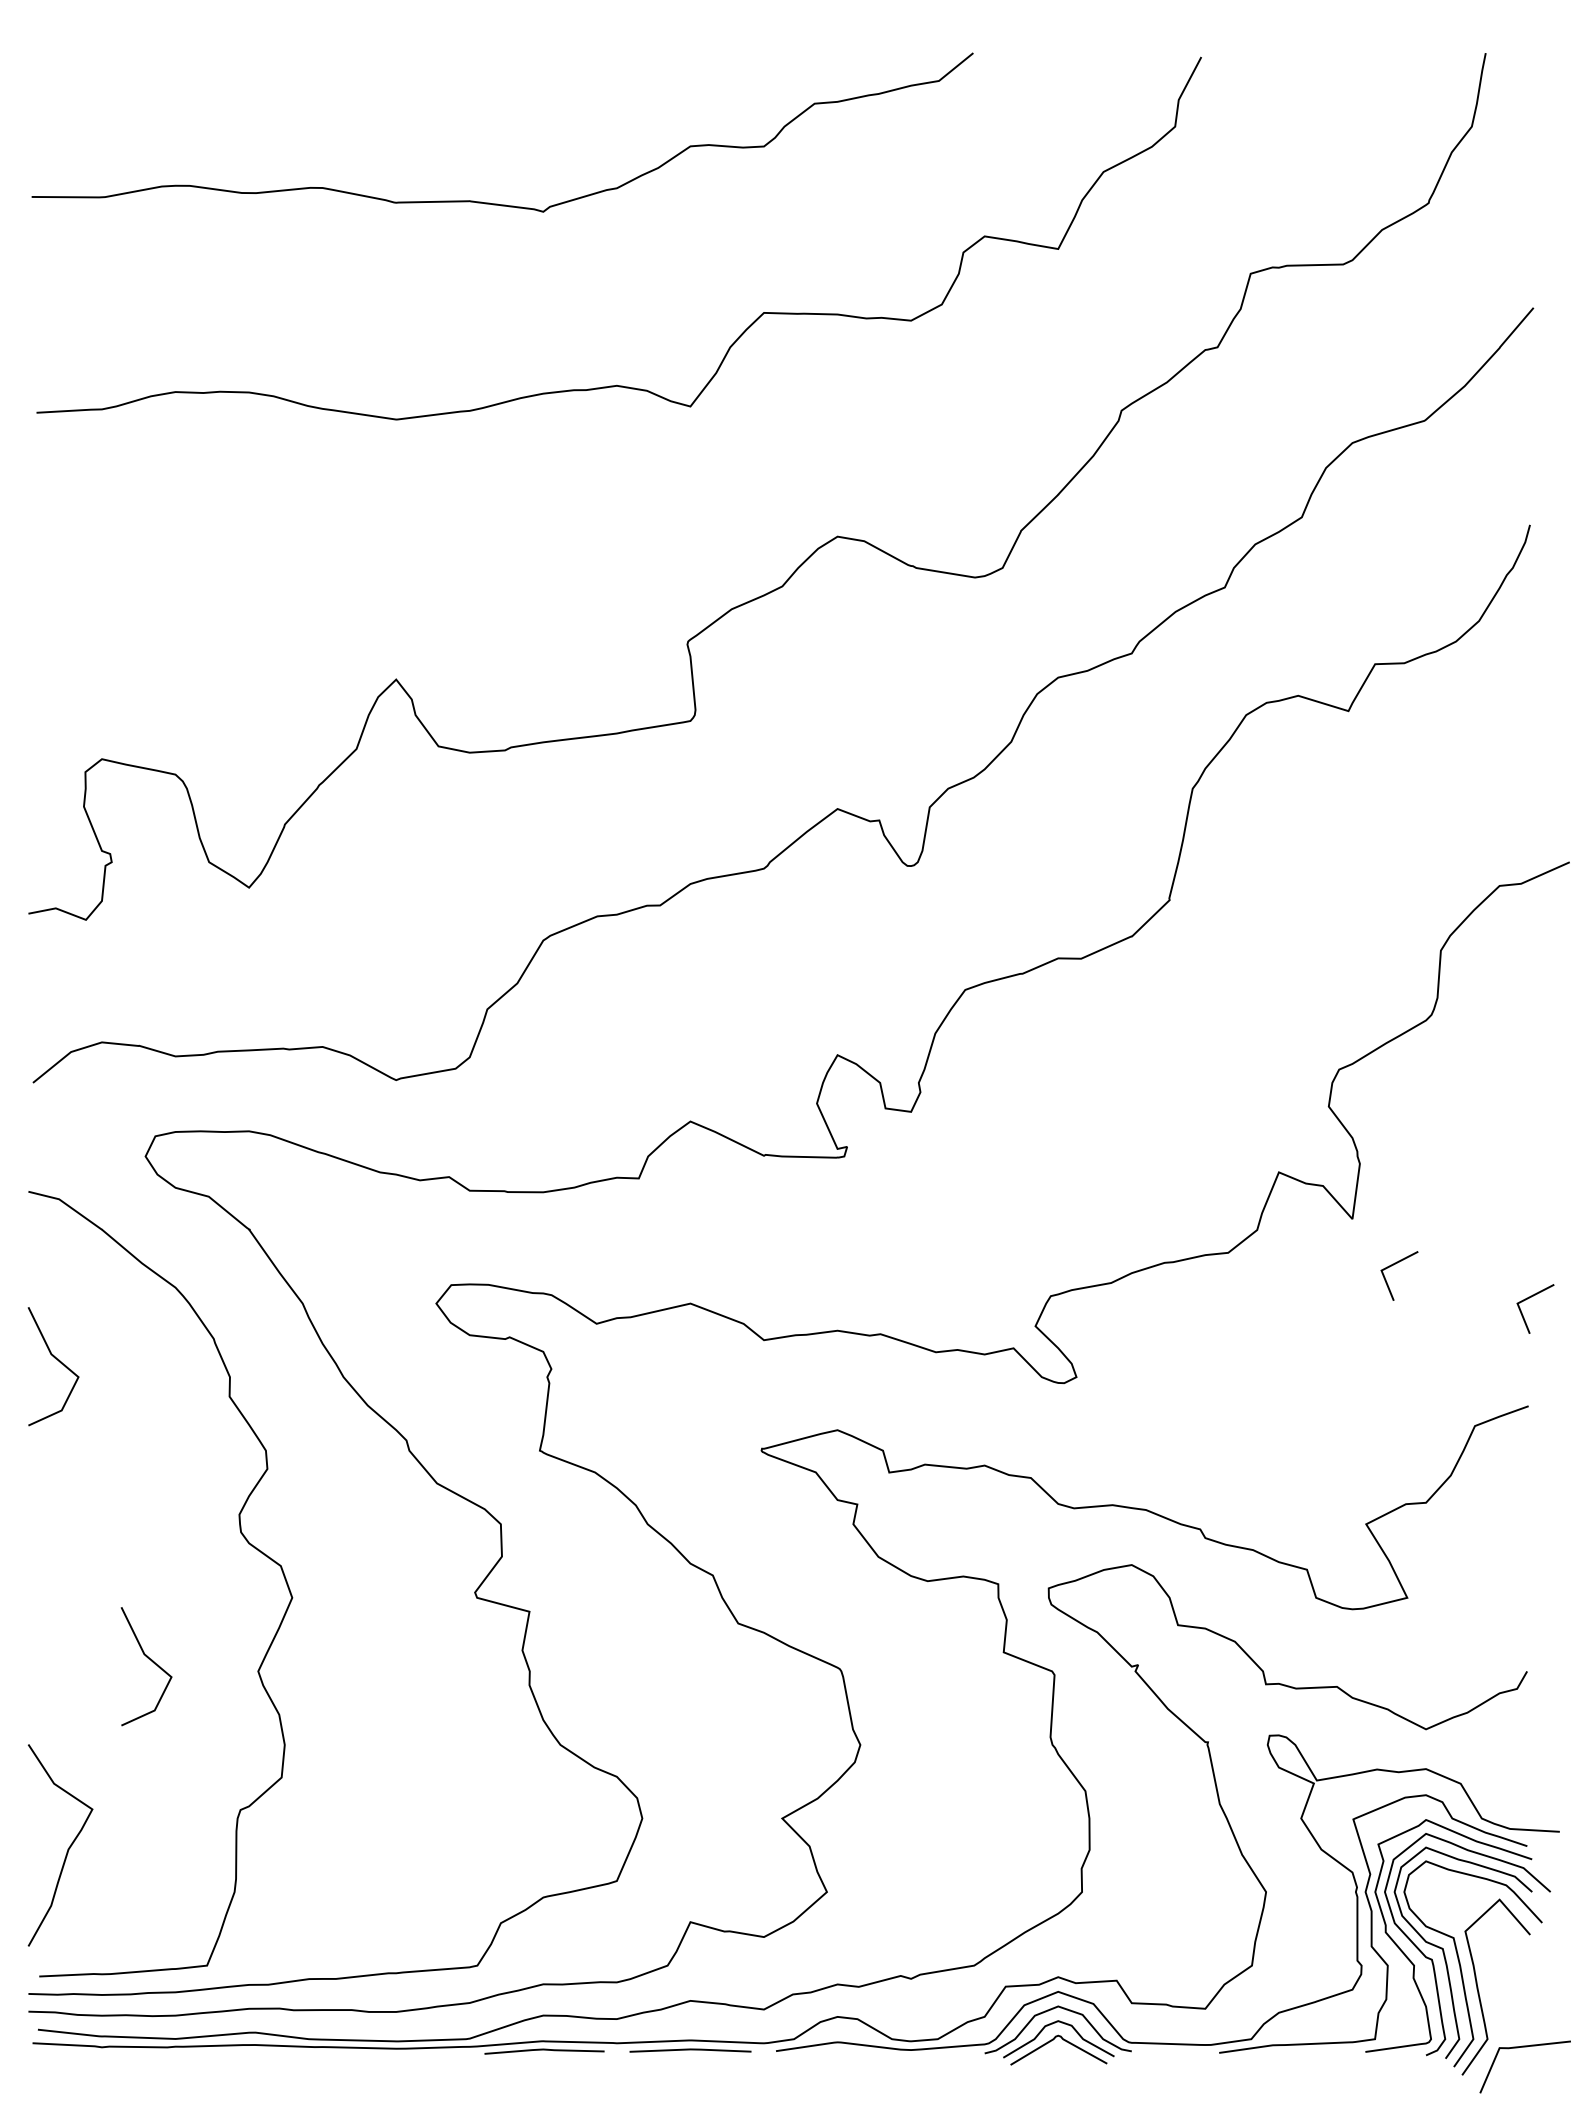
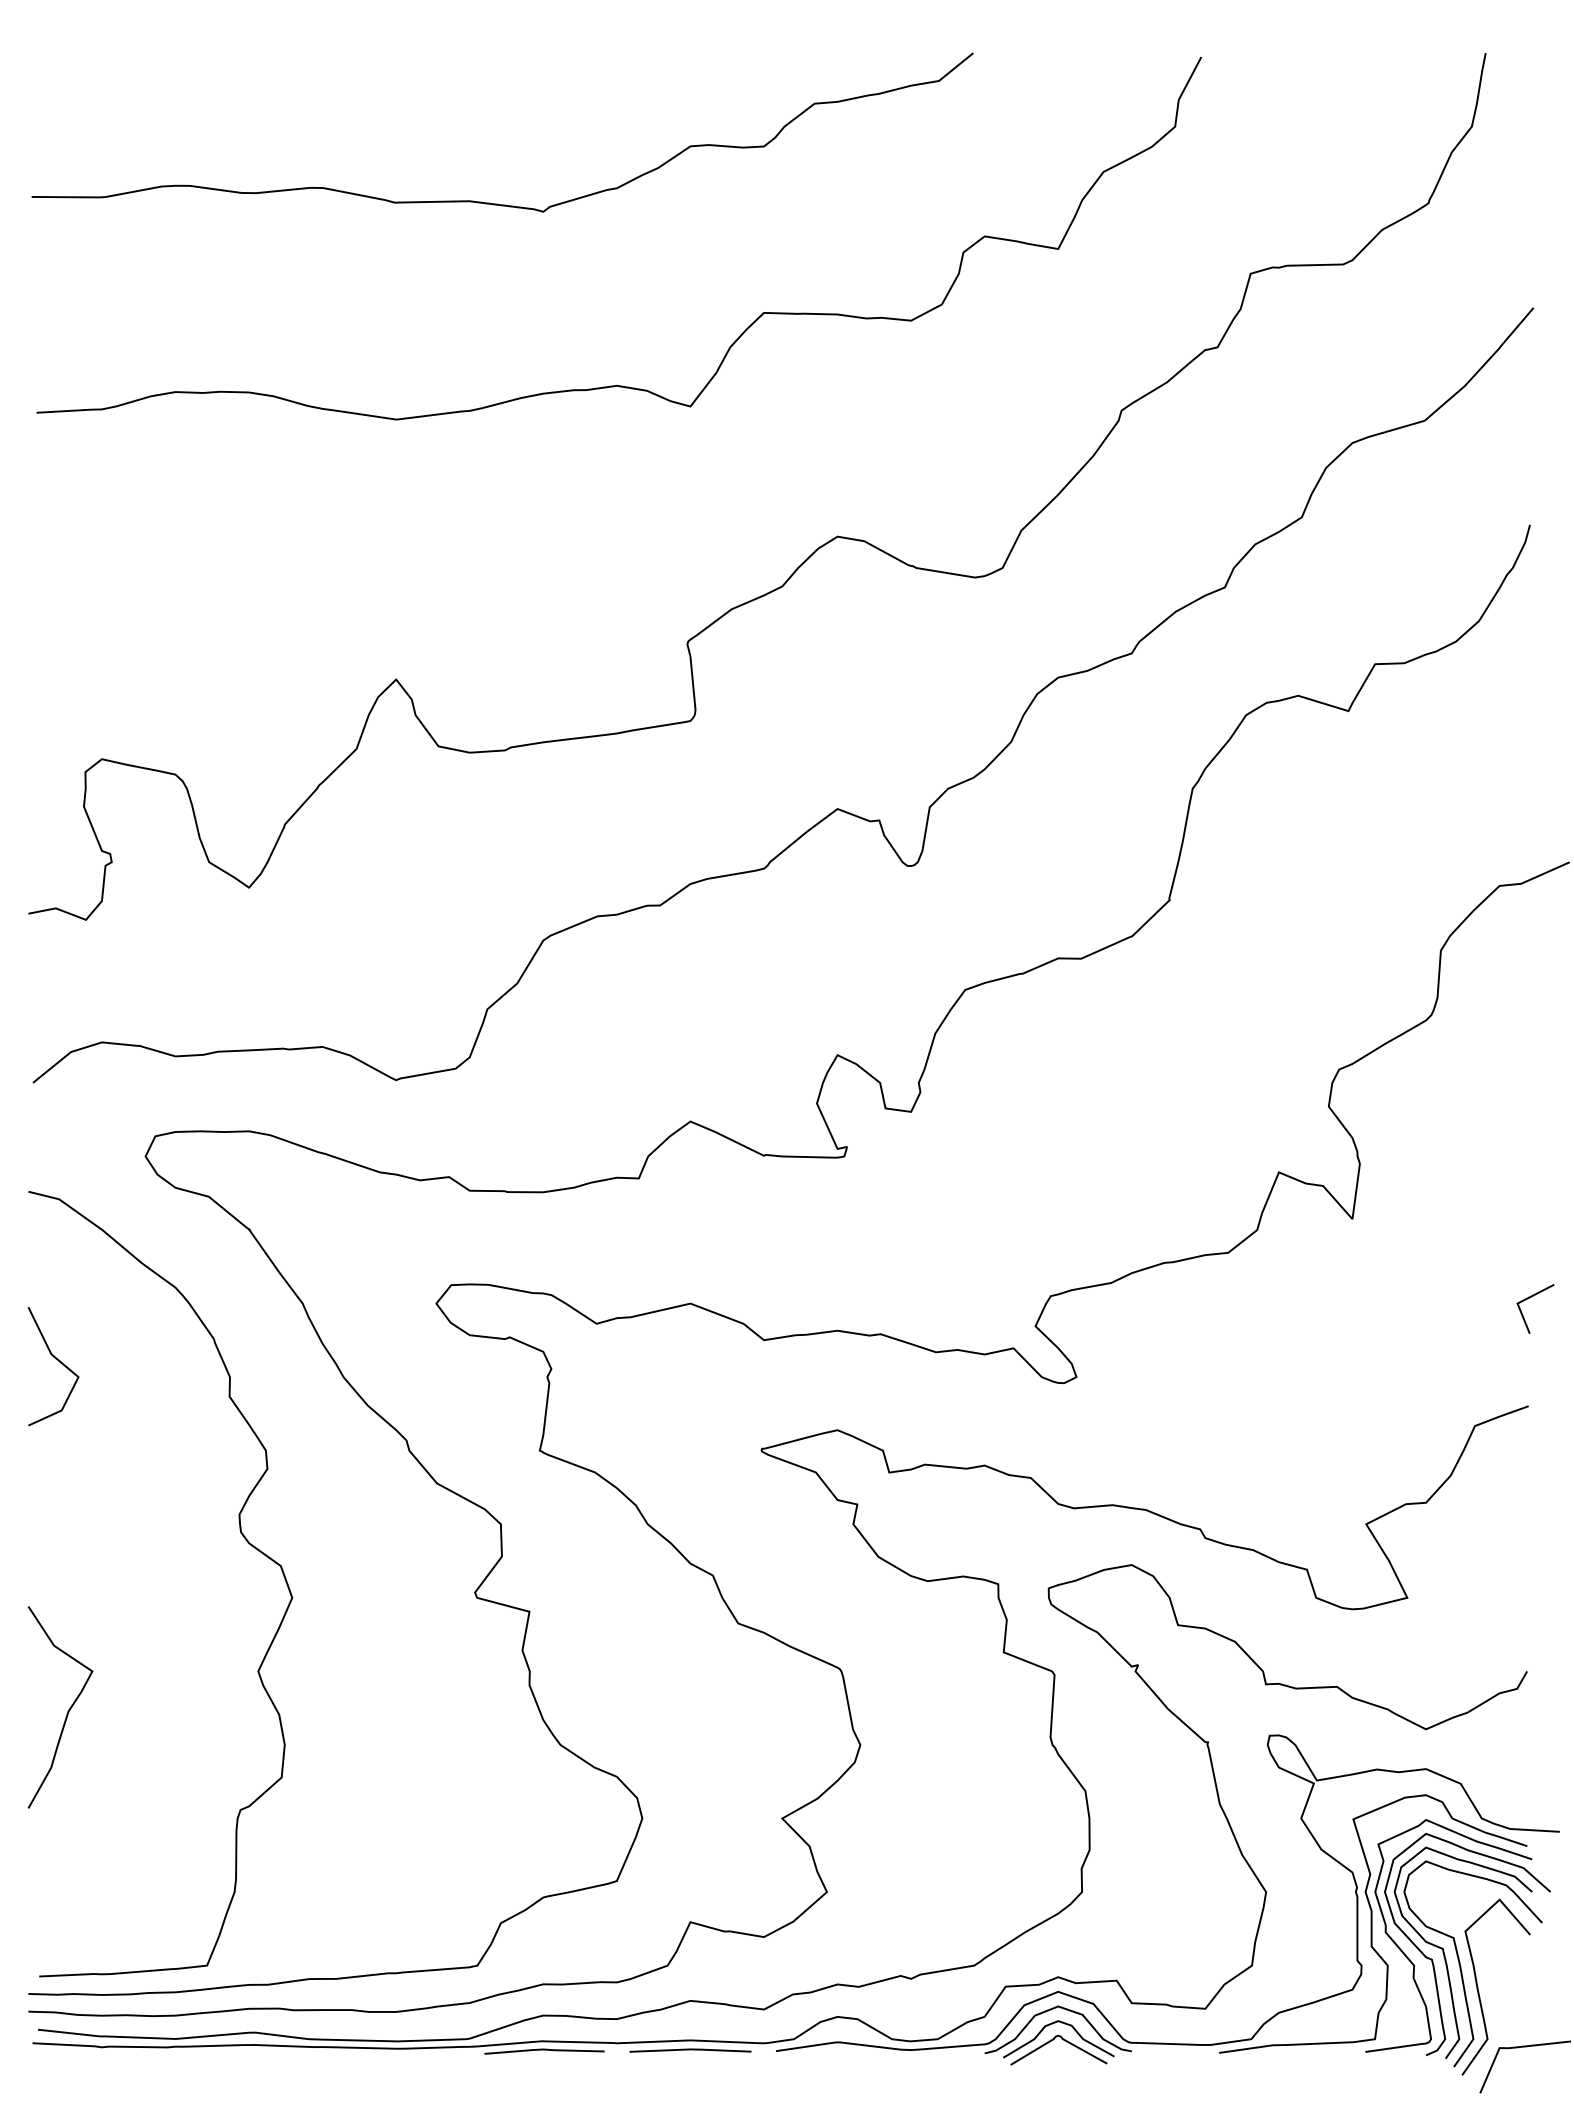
line at (1393, 1265): present -> none
line at (151, 1661): present -> none
curve at (67, 1849) position: (67, 1849) -> (67, 1711)
